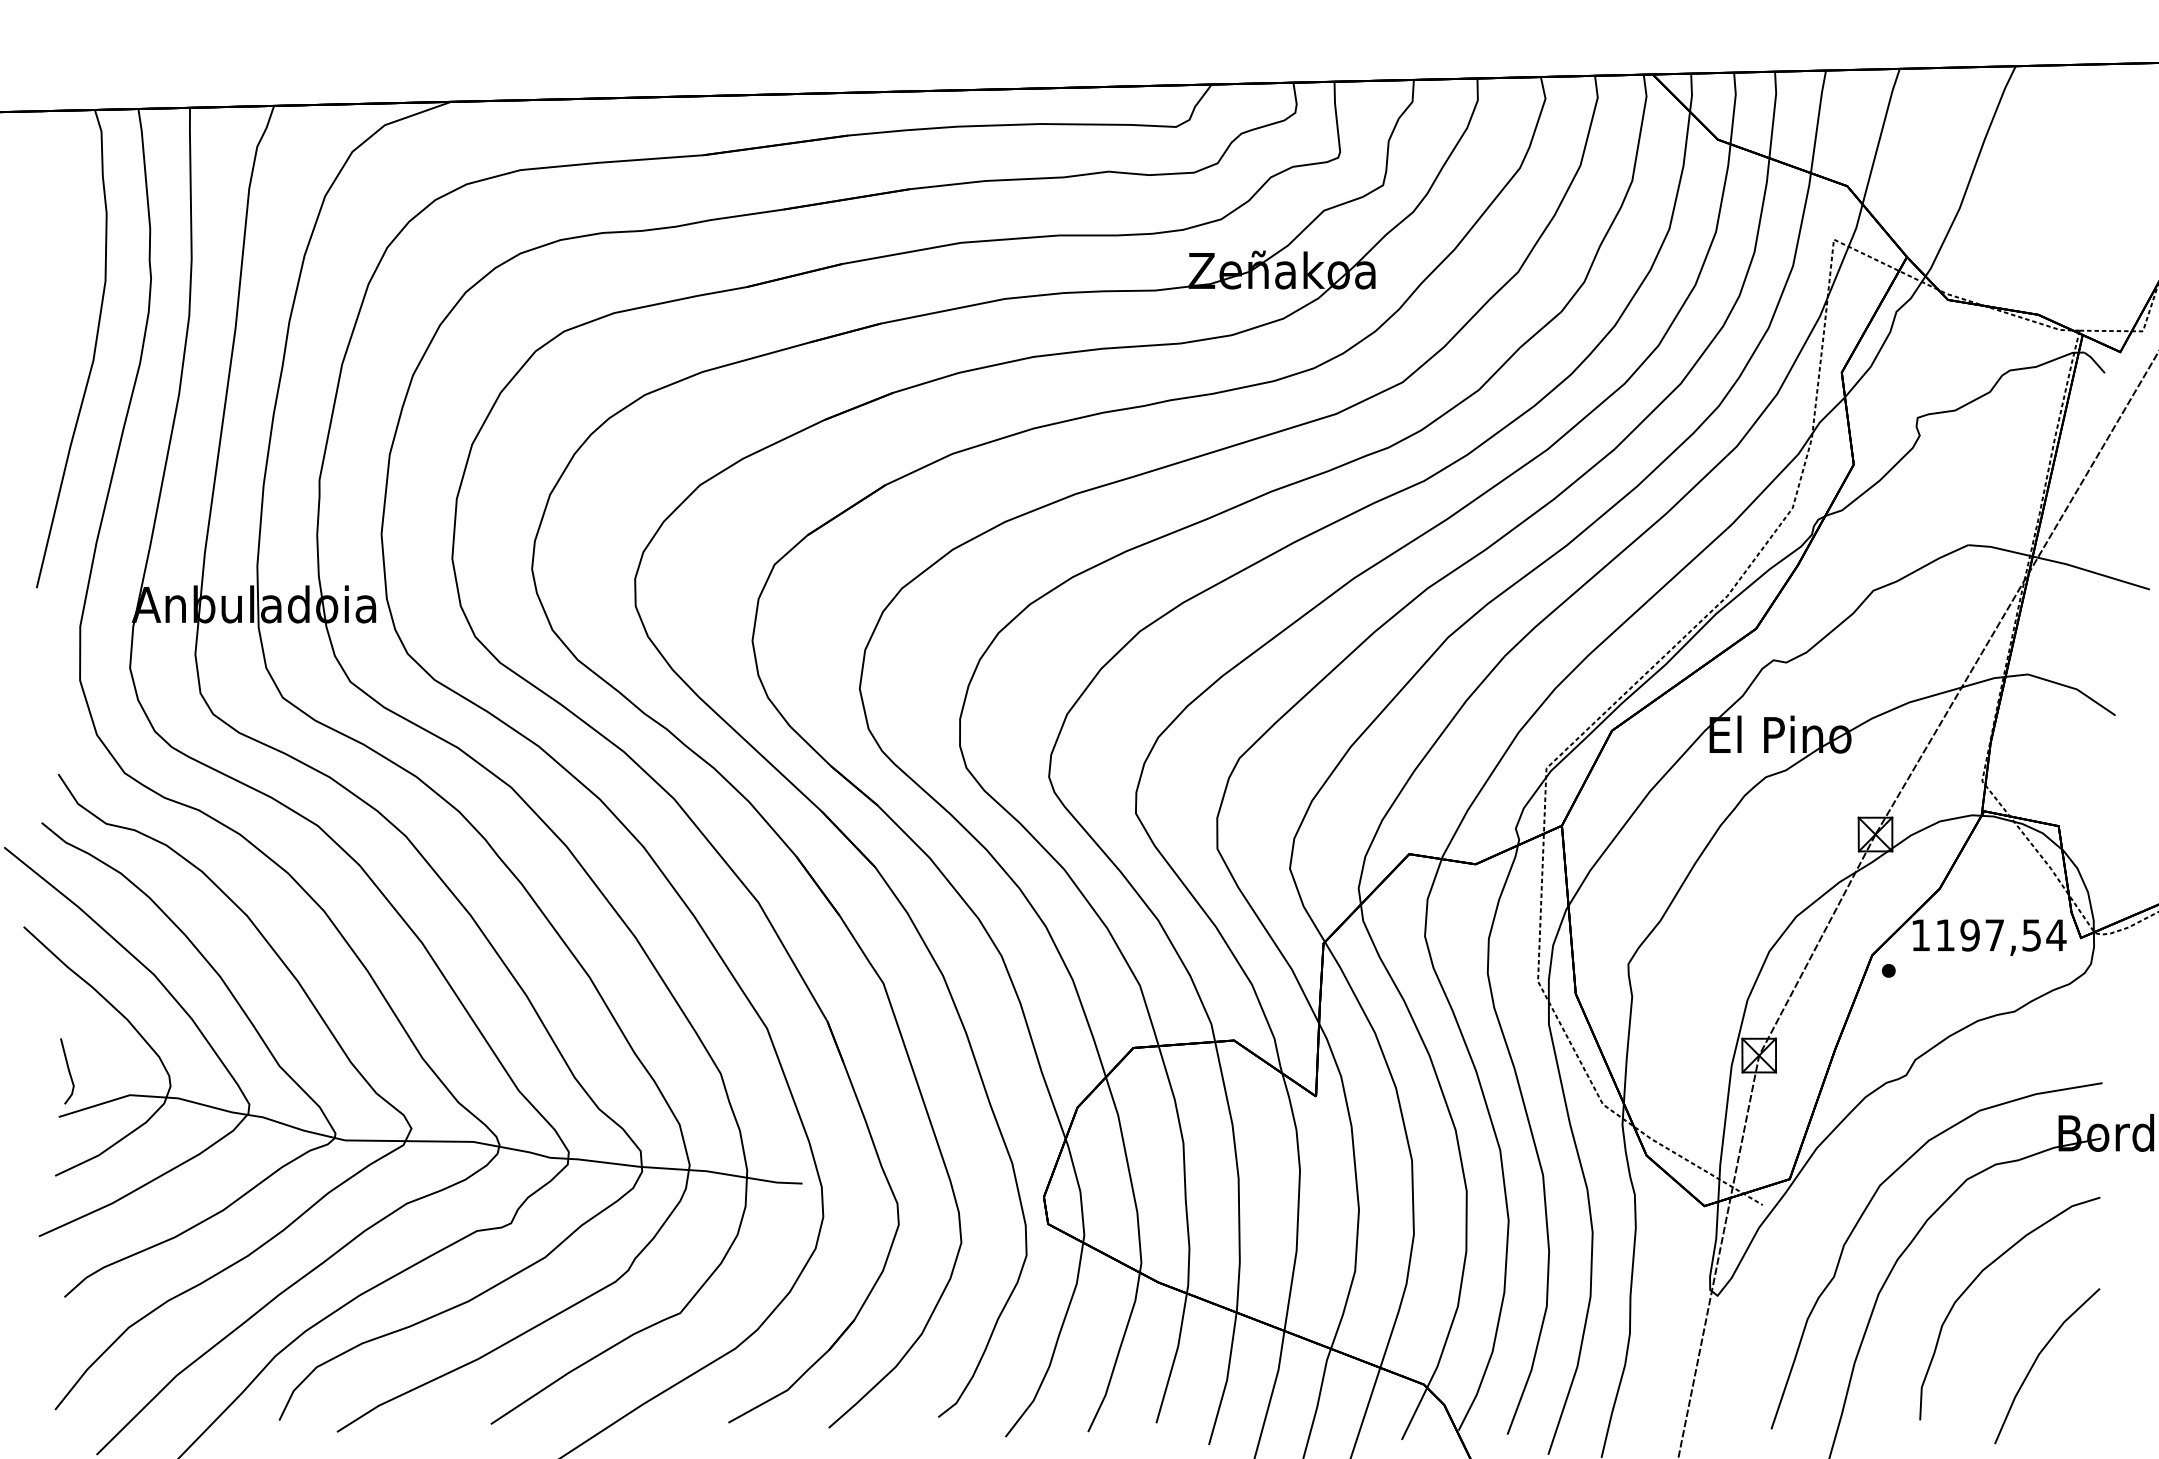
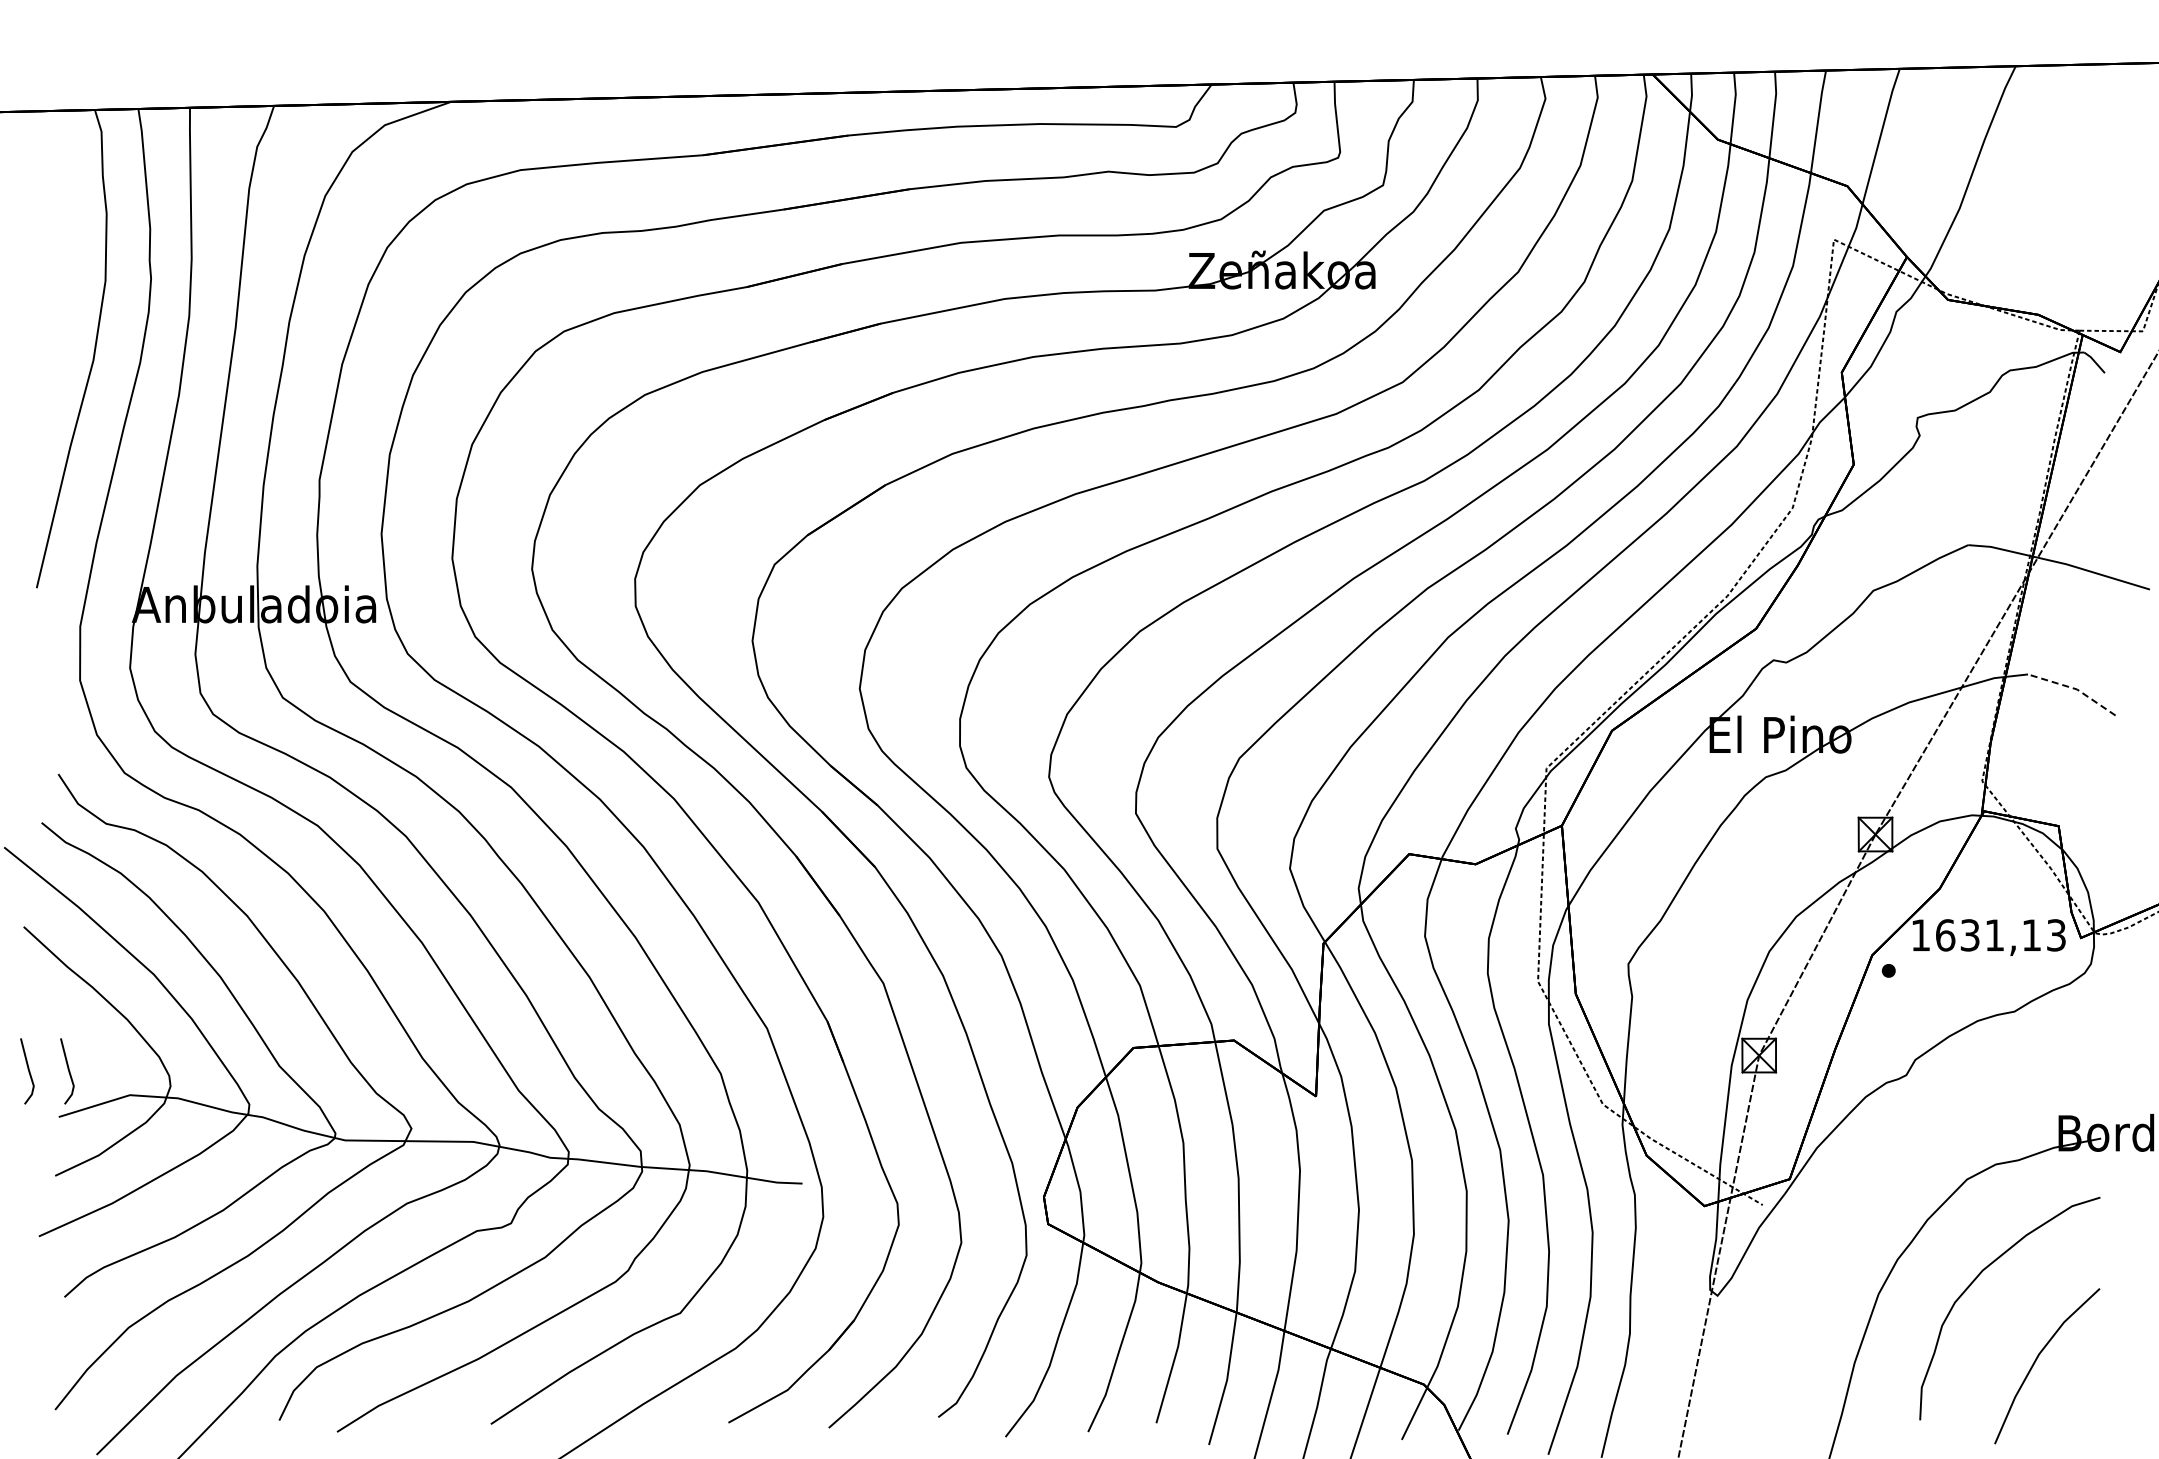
line at (2075, 688): solid -> dashed
text at (2001, 935): 1197,54 -> 1631,13
line at (28, 1071): none -> present
curve at (1867, 1208): present -> none
